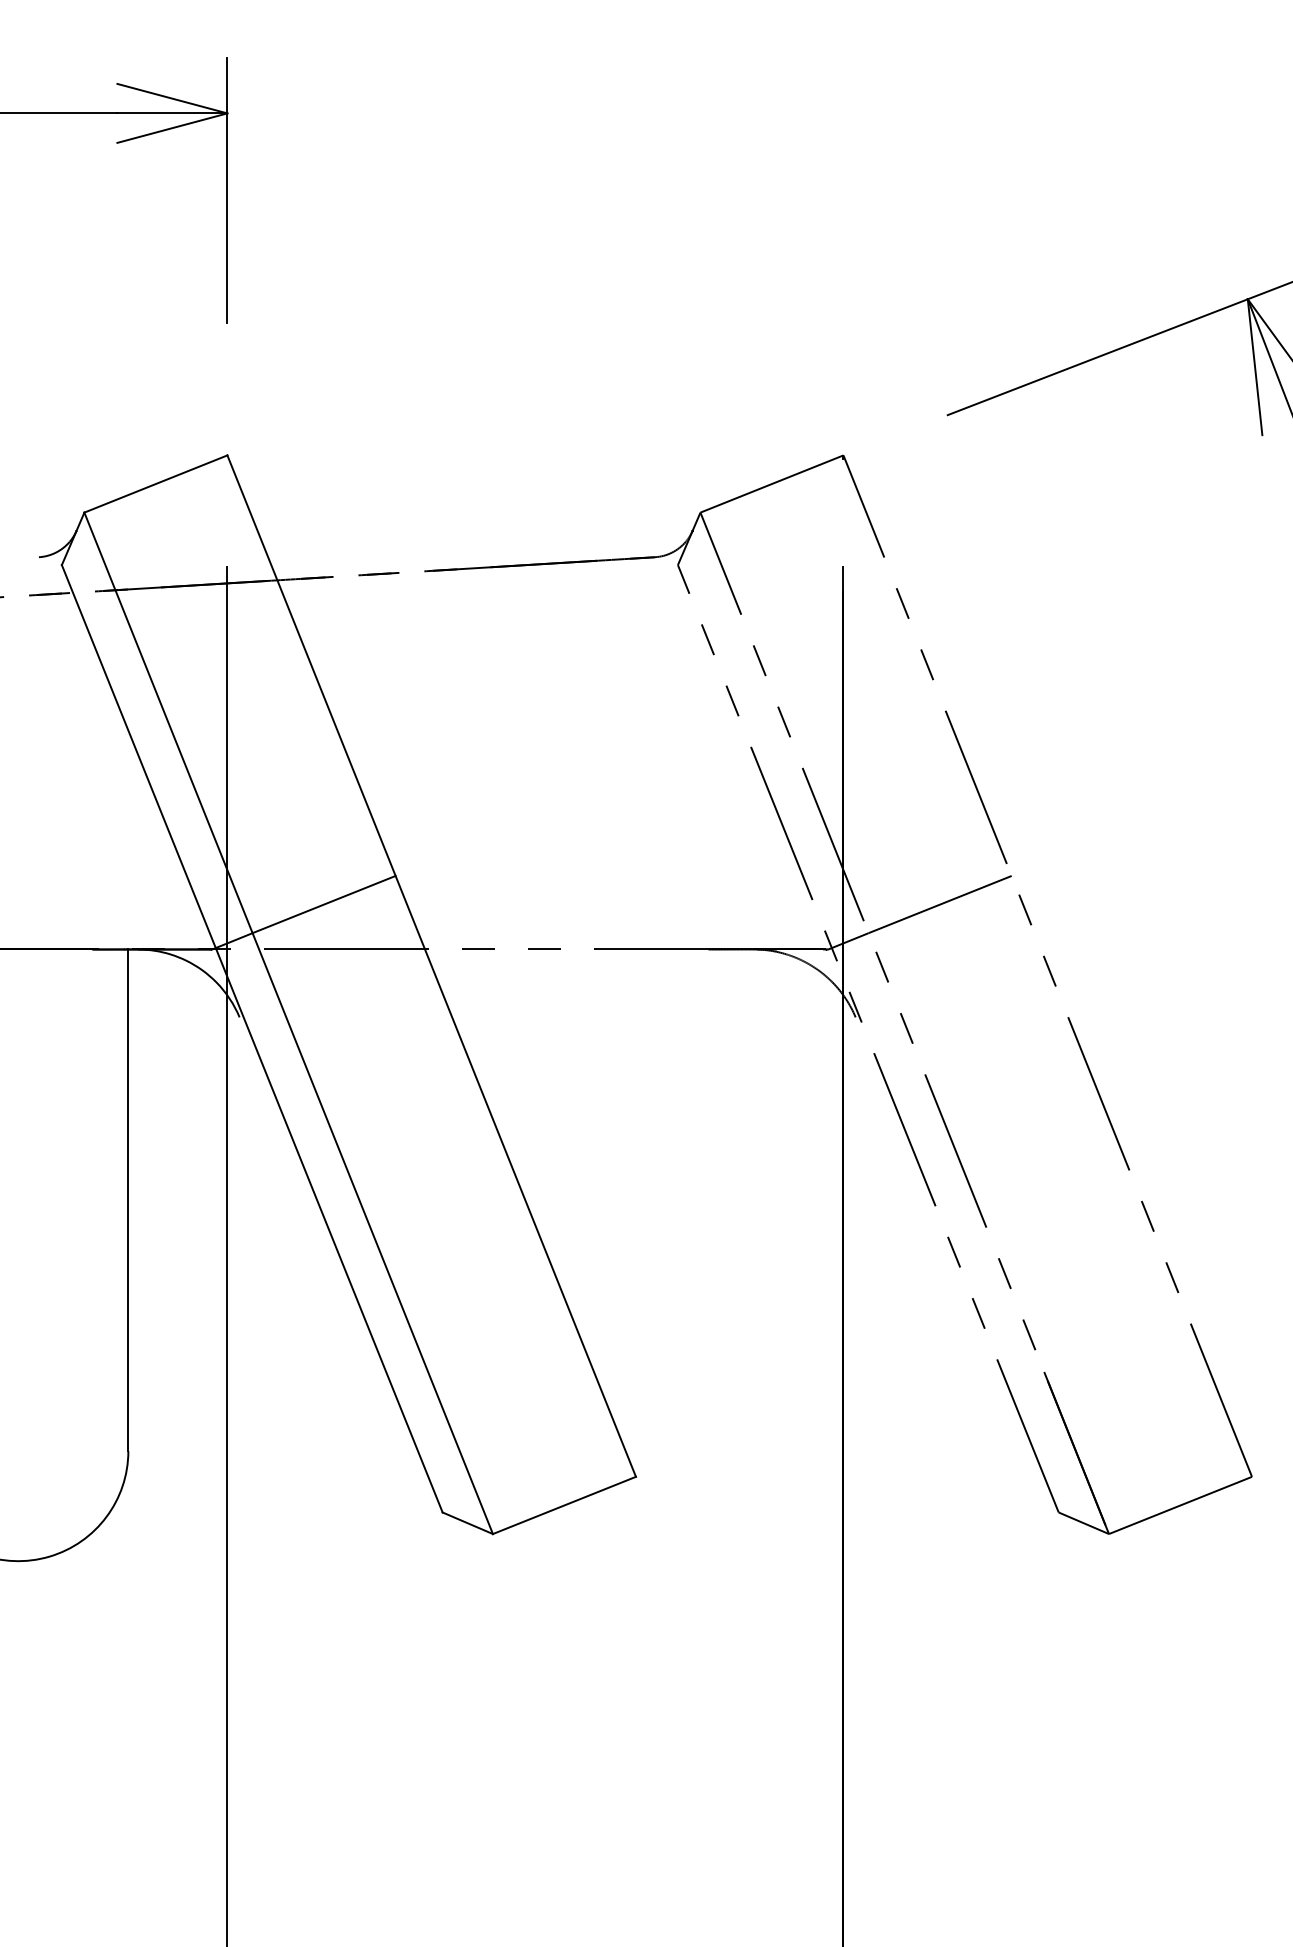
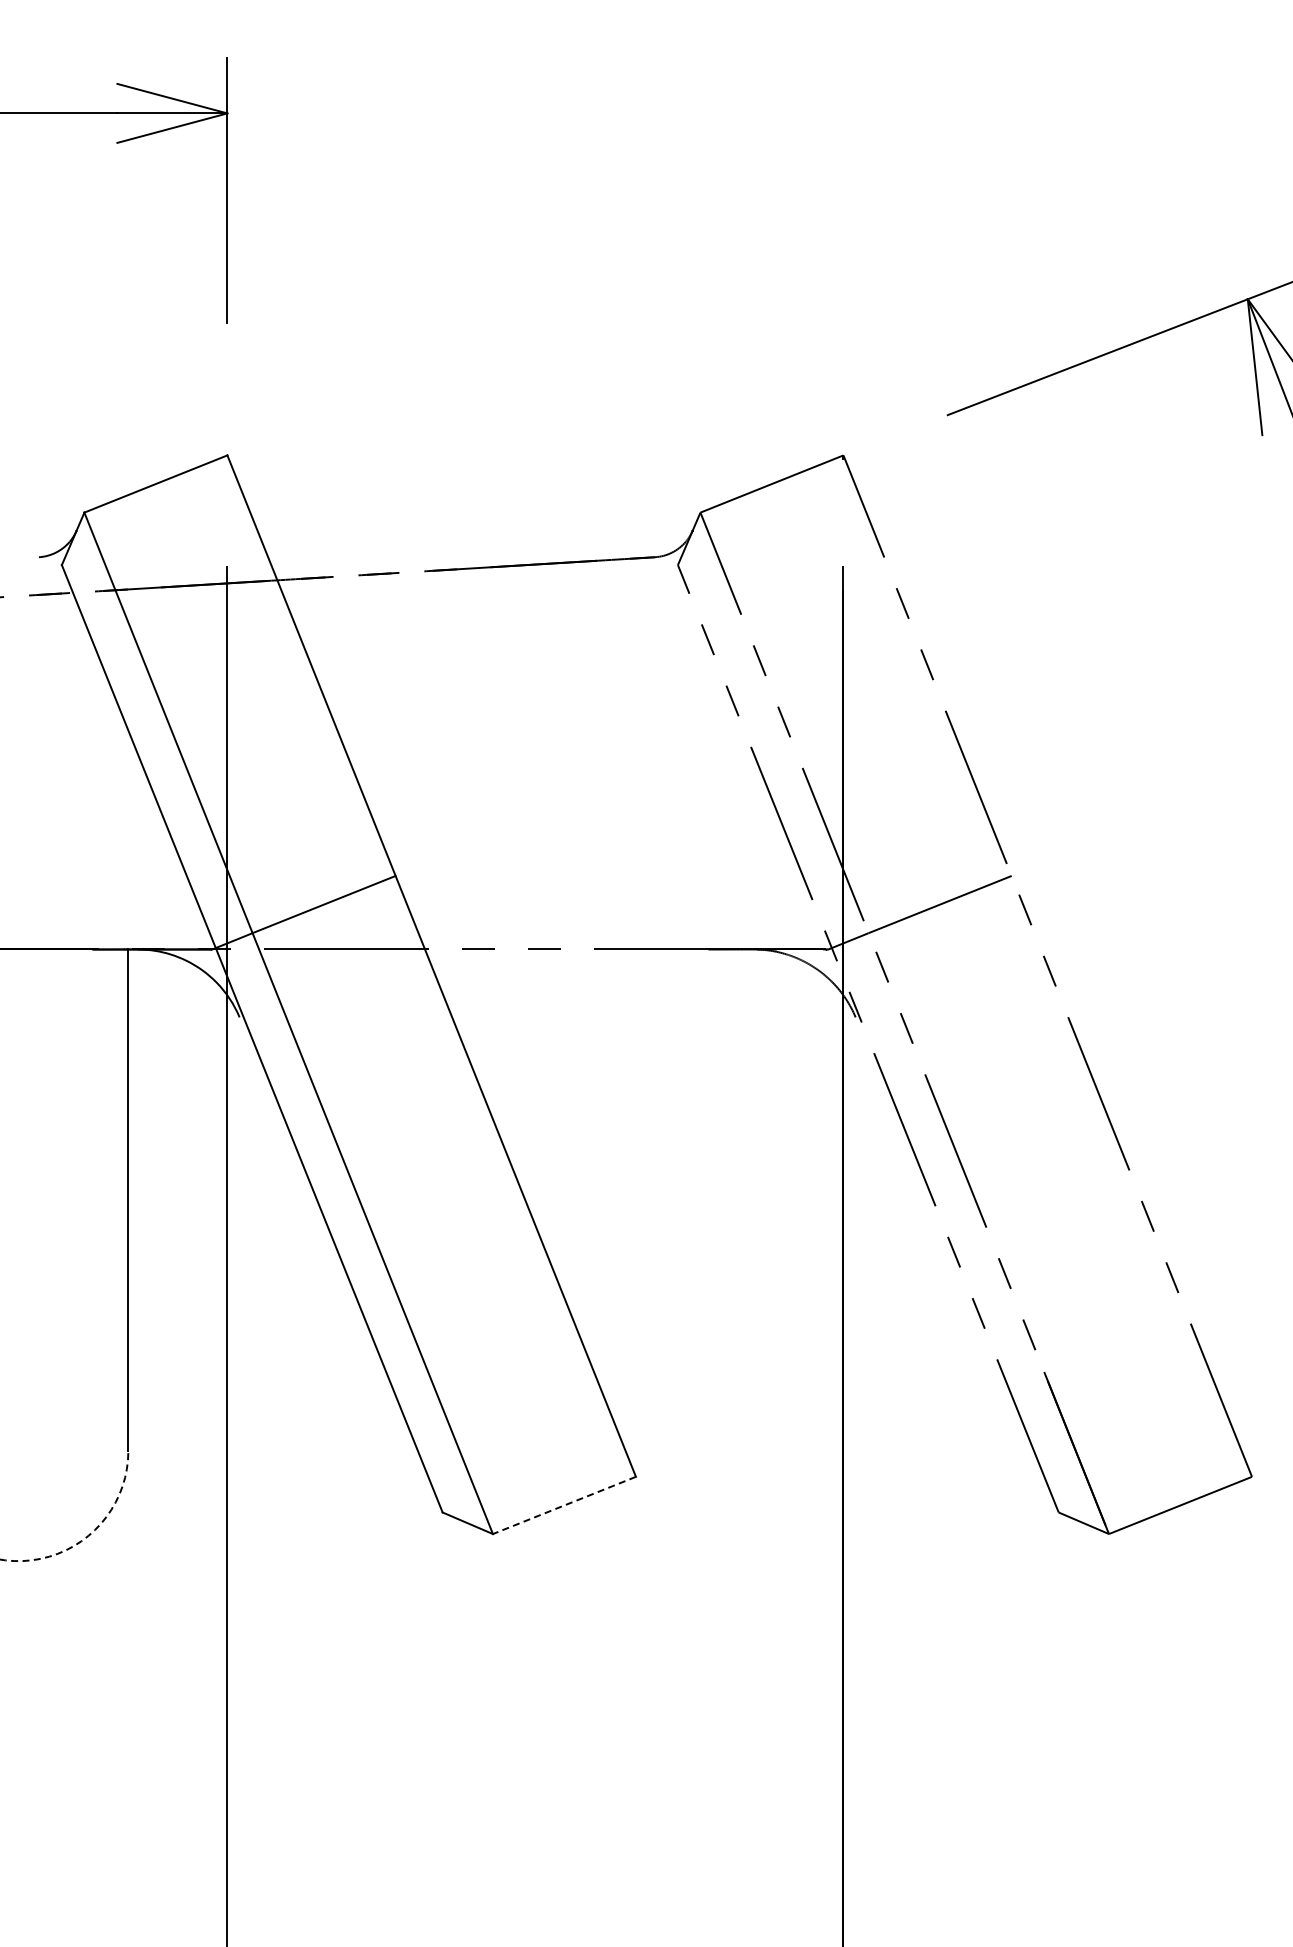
line at (563, 1505): solid -> dashed
arc at (89, 1535): solid -> dashed
